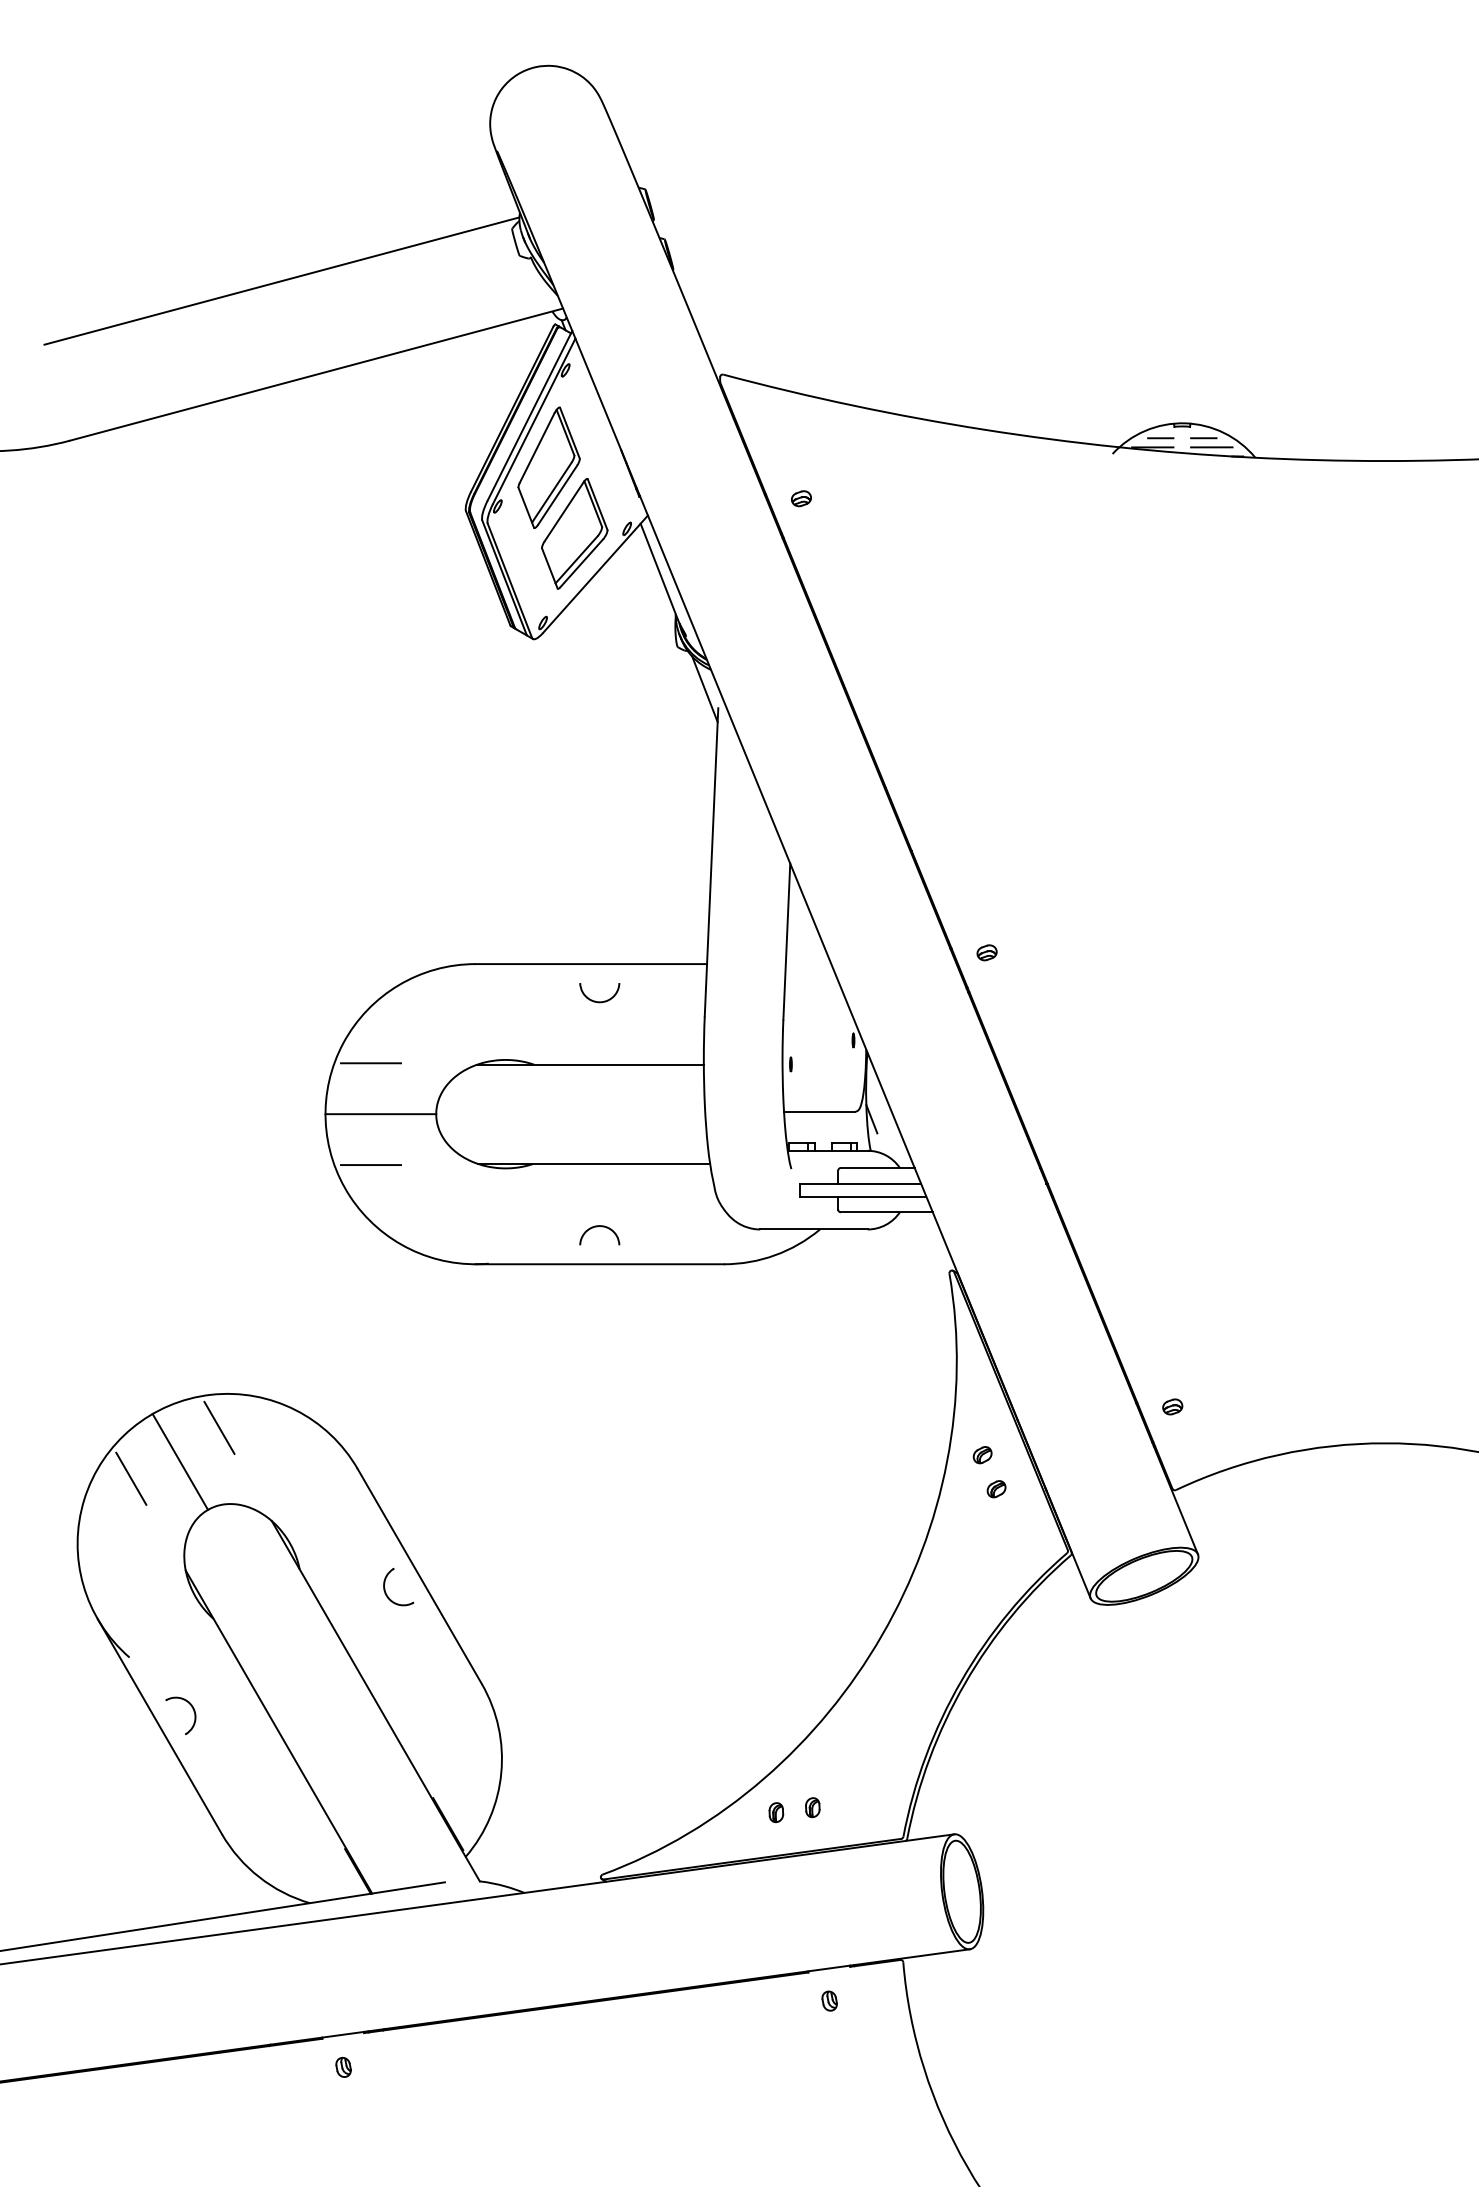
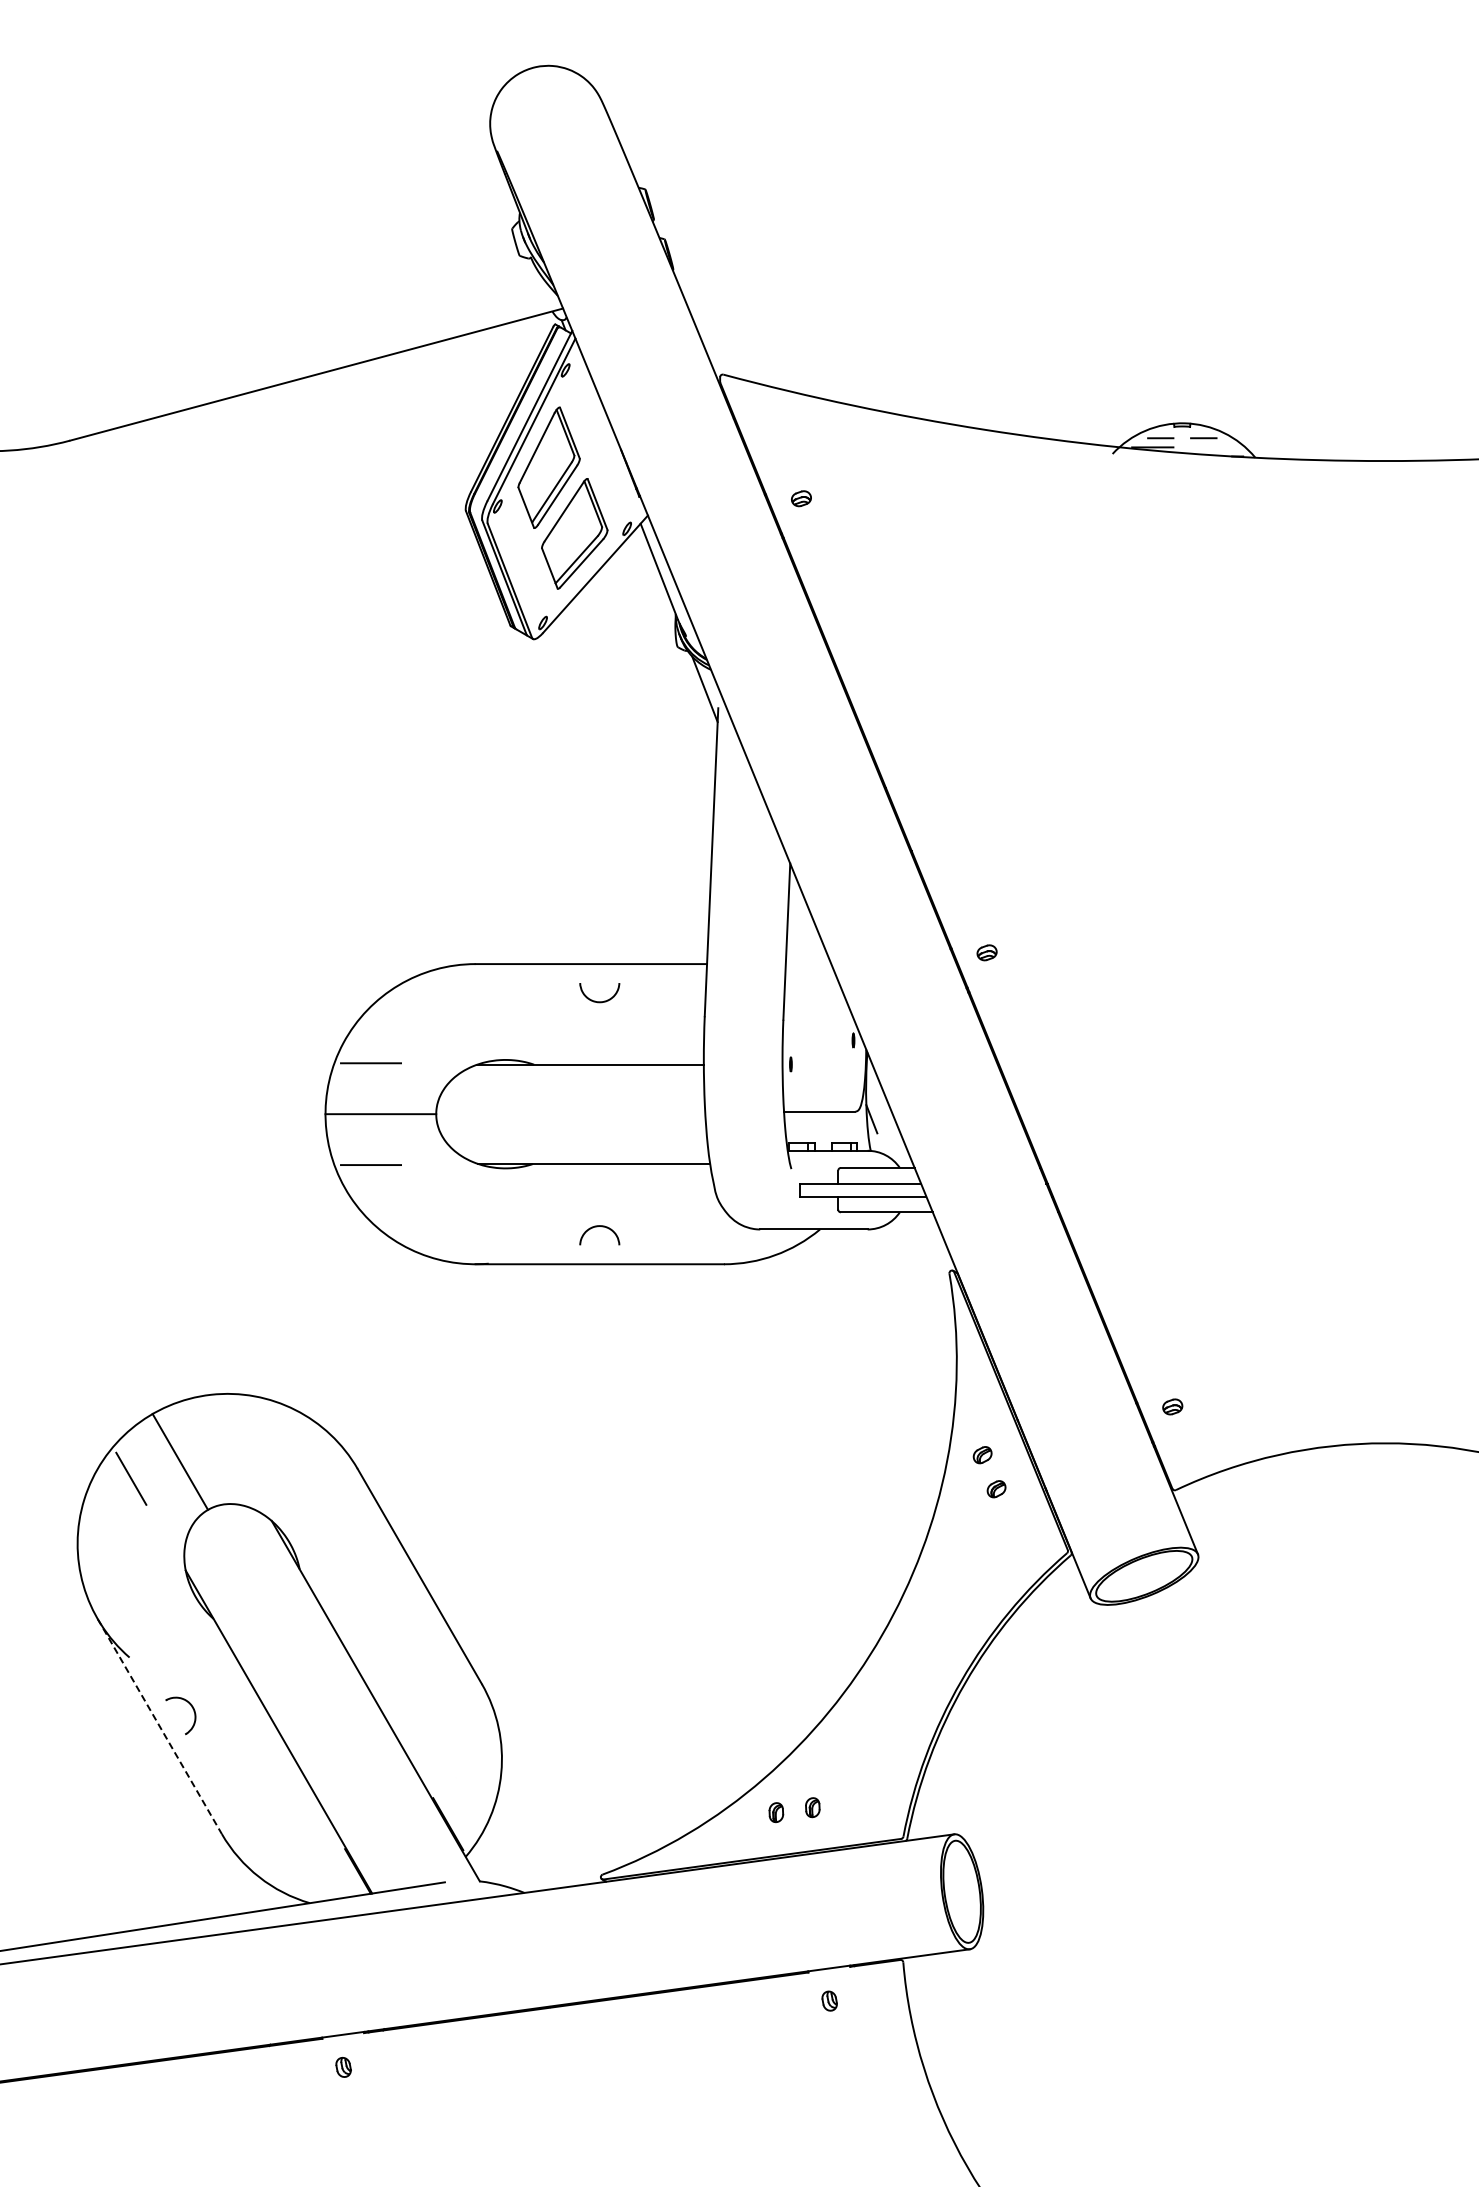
line at (281, 280): present -> none
line at (1211, 447): present -> none
line at (219, 1427): present -> none
part at (385, 1587): present -> none
line at (160, 1726): solid -> dashed
